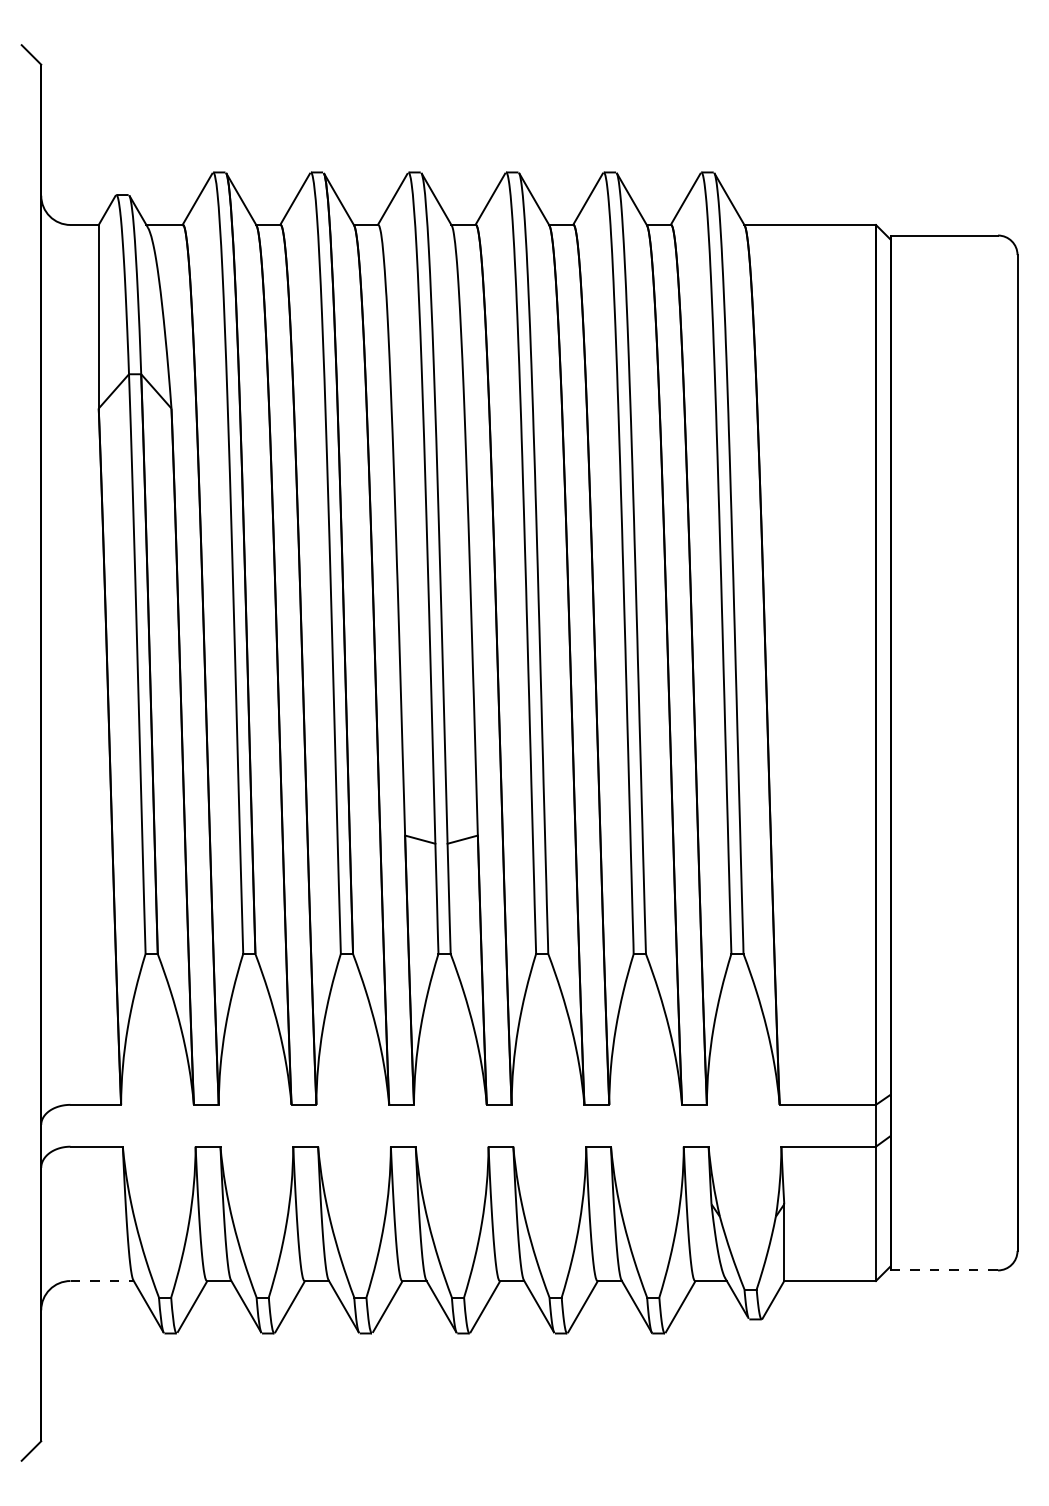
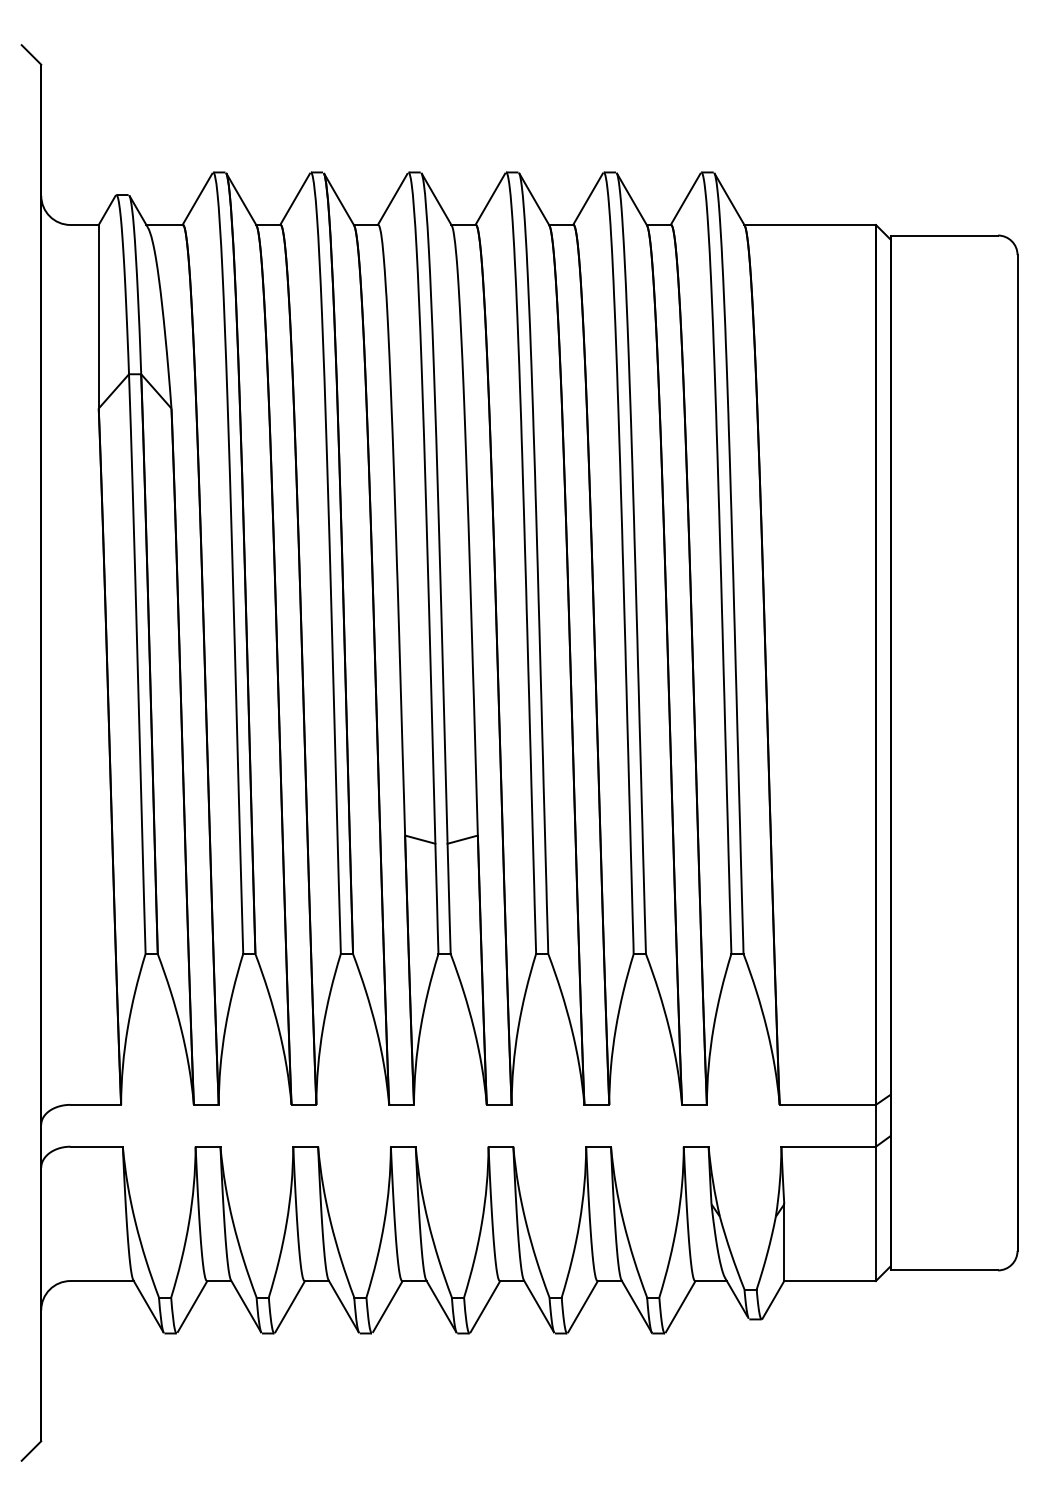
line at (944, 1270): dashed -> solid
line at (102, 1281): dashed -> solid
